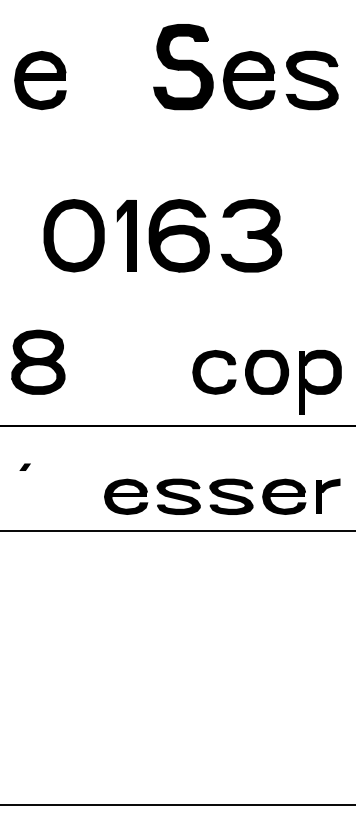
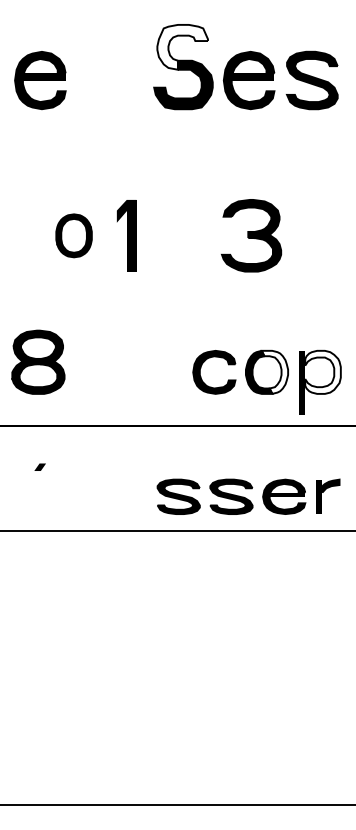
fill at (182, 46): present -> none
part at (73, 235) size: 62x74 px -> 38x46 px
part at (178, 235): present -> none
fill at (274, 371): present -> none
fill at (322, 371): present -> none
part at (24, 466) position: (24, 466) -> (39, 466)
part at (126, 496): present -> none
